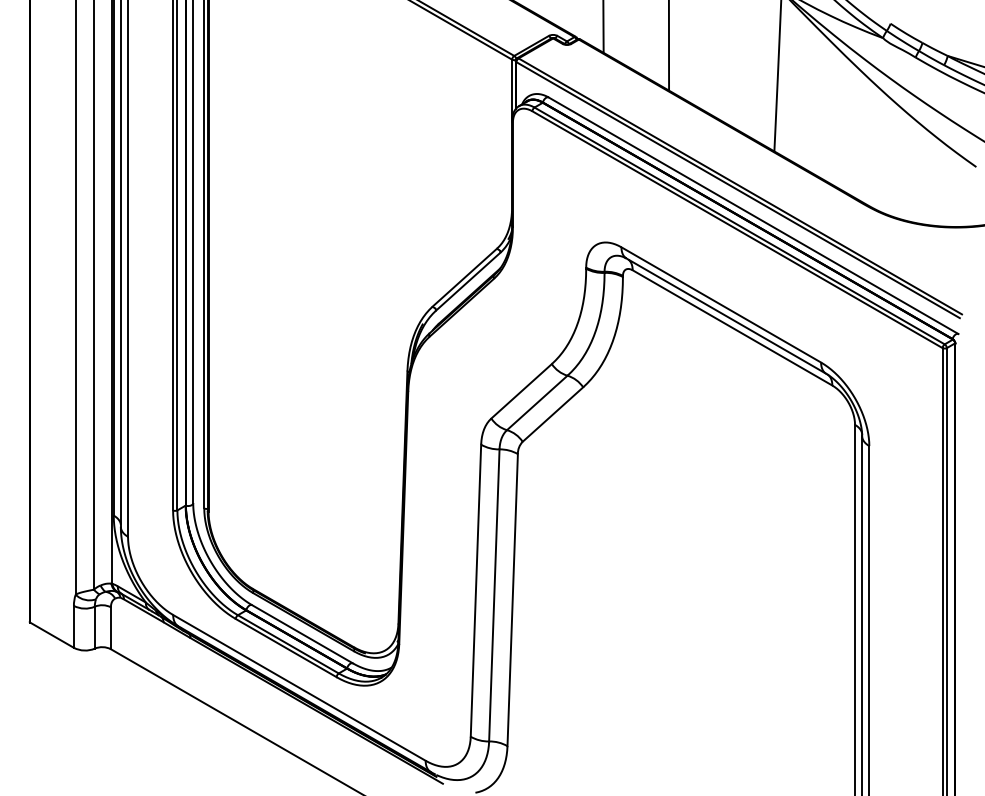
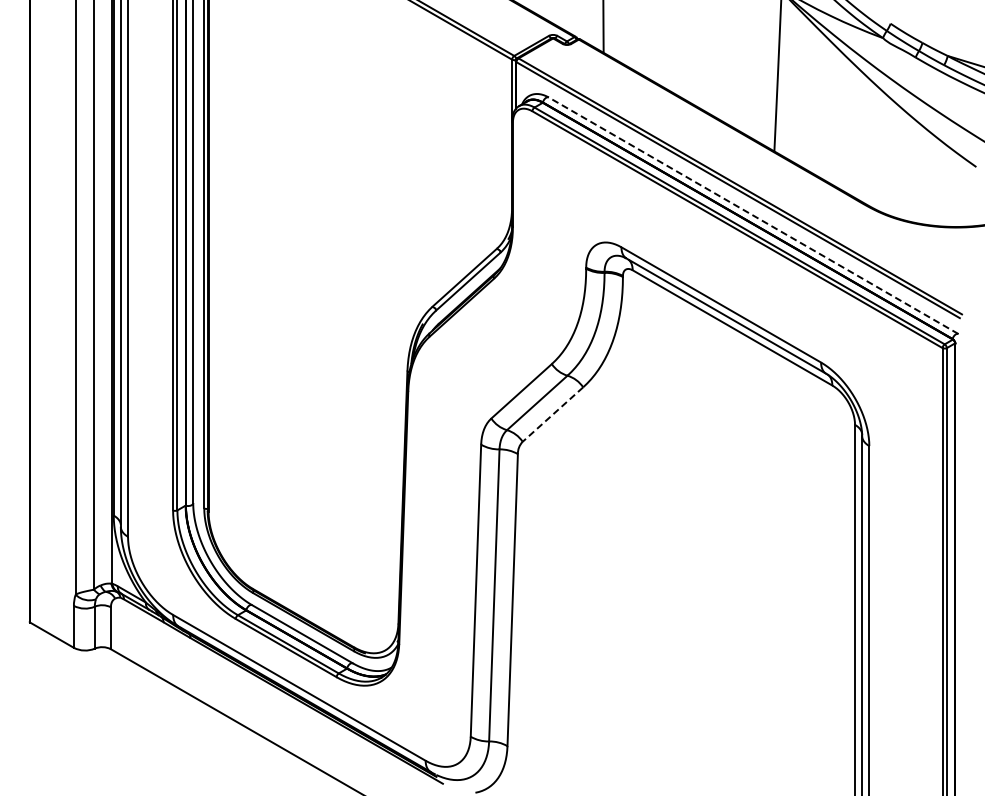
line at (668, 46): present -> none
line at (753, 215): solid -> dashed
line at (552, 414): solid -> dashed
